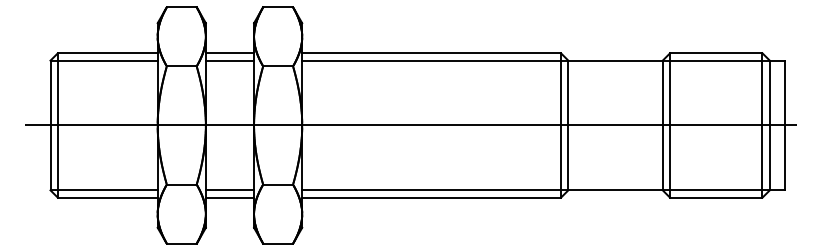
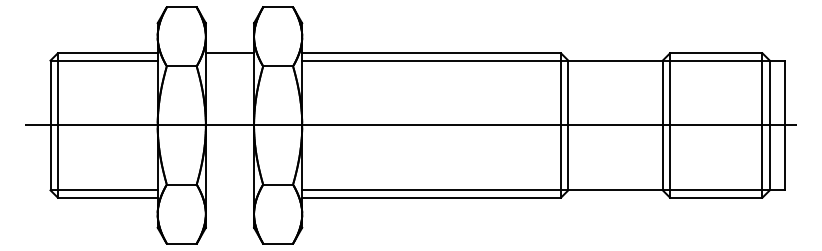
line at (229, 60): present -> none
line at (229, 190): present -> none
line at (229, 197): present -> none
